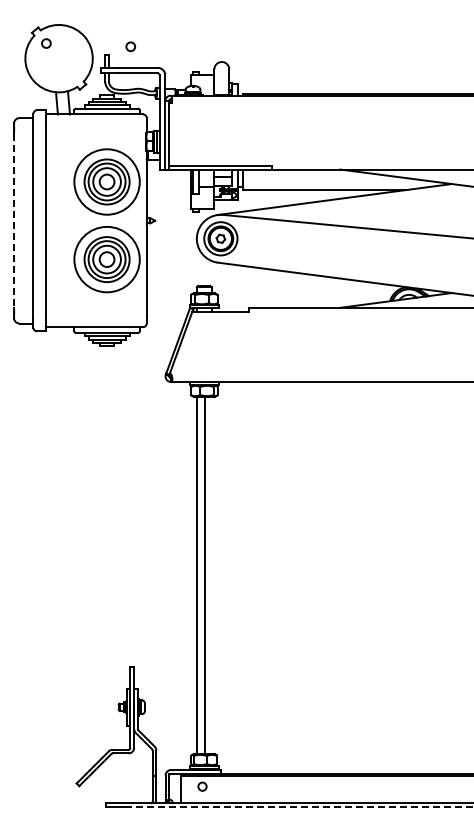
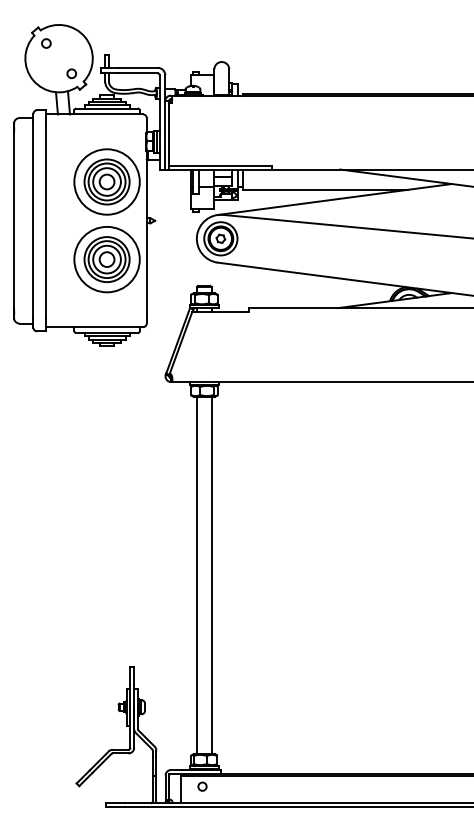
circle at (130, 46) position: (130, 46) -> (71, 73)
line at (14, 221): dashed -> solid
line at (204, 575) position: (204, 575) -> (211, 575)
line at (299, 807): dashed -> solid
